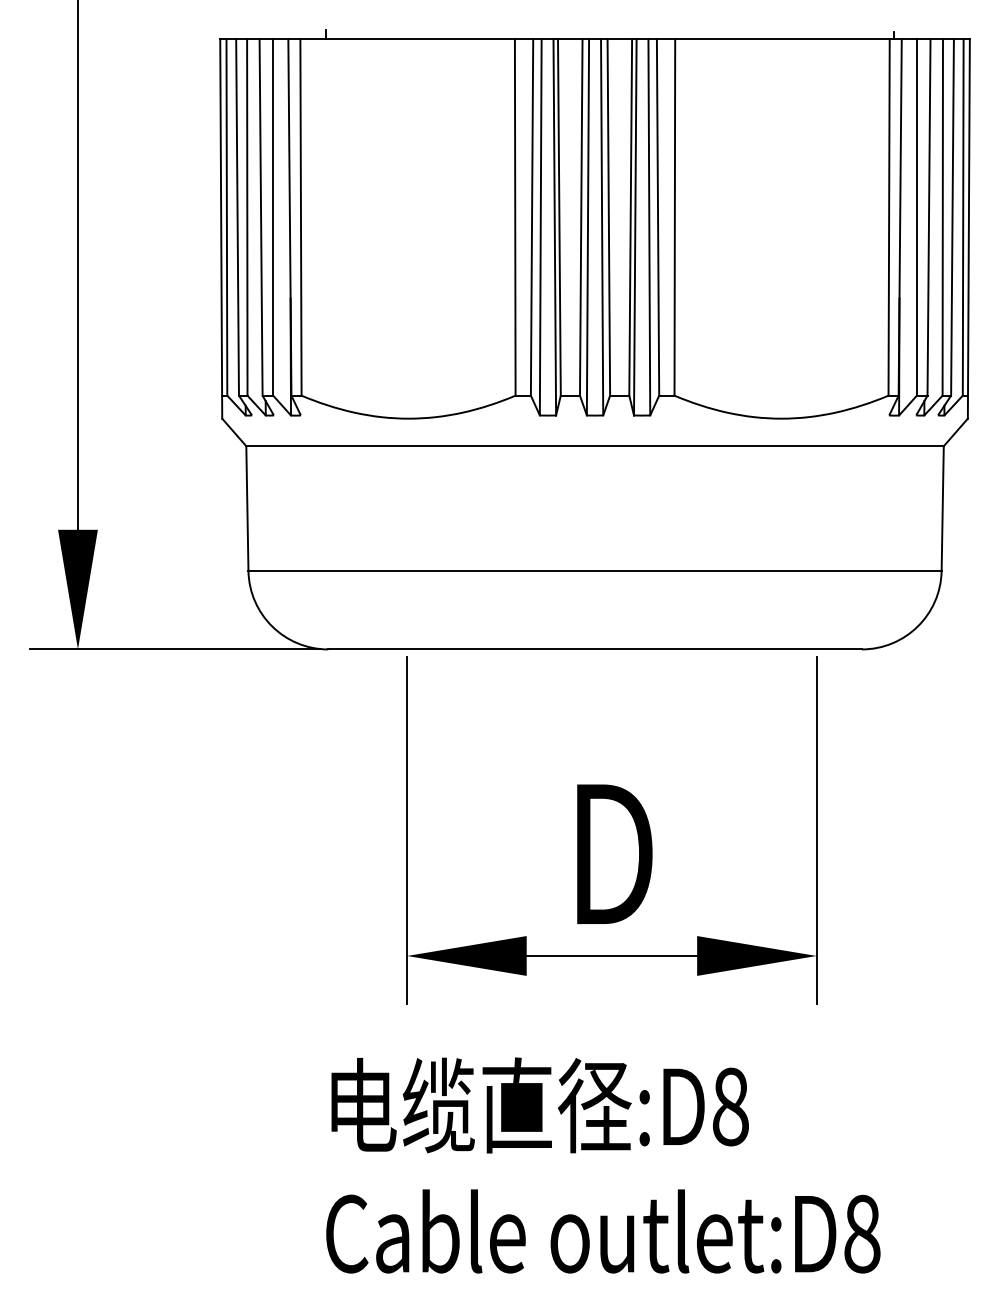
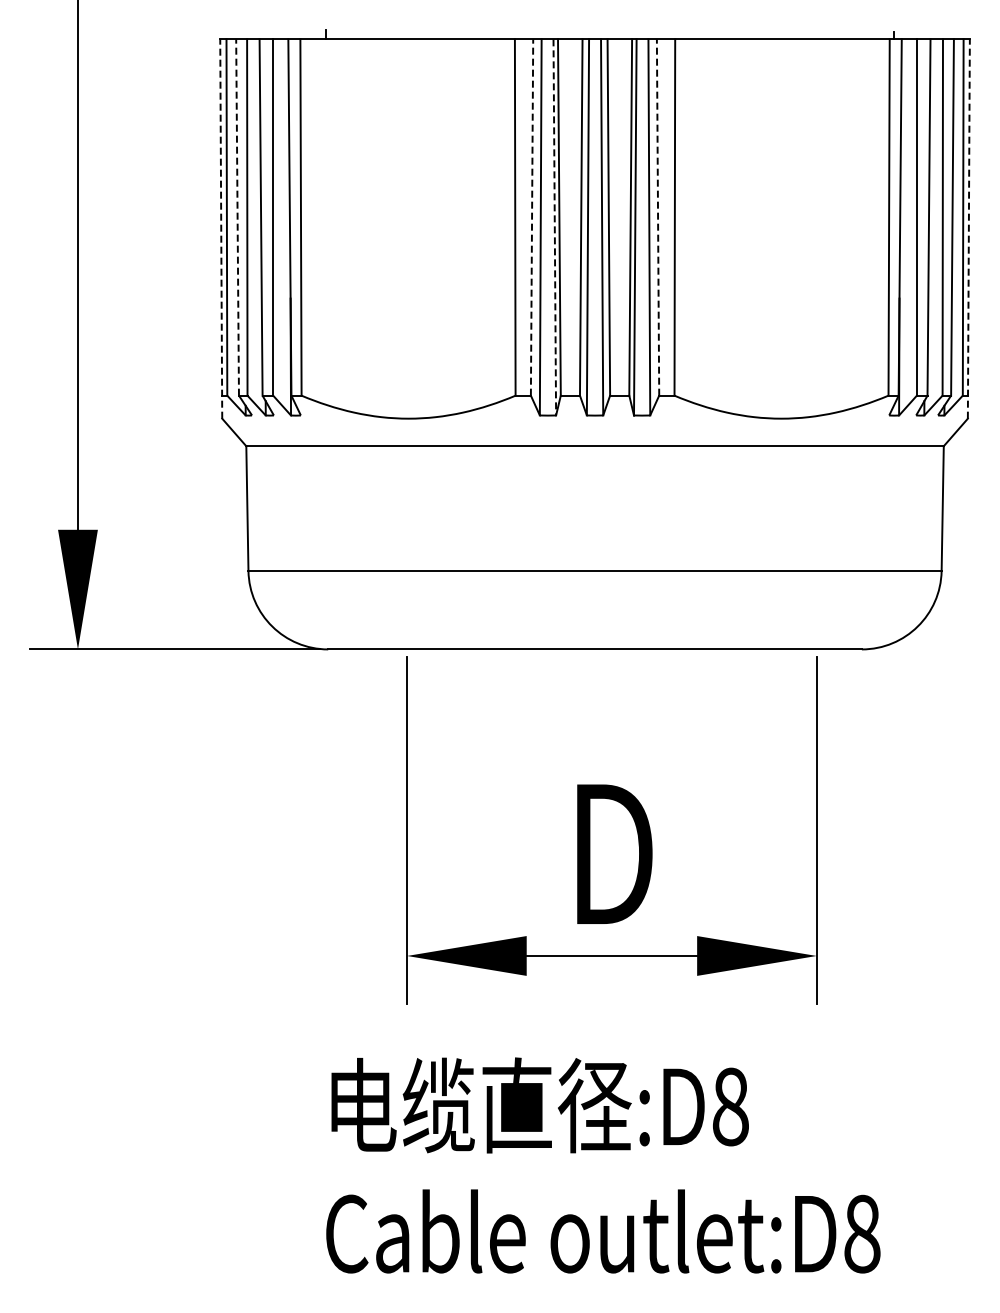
line at (237, 217): solid -> dashed
line at (532, 217): solid -> dashed
line at (658, 217): solid -> dashed
line at (554, 227): solid -> dashed
line at (221, 229): solid -> dashed
line at (968, 229): solid -> dashed
